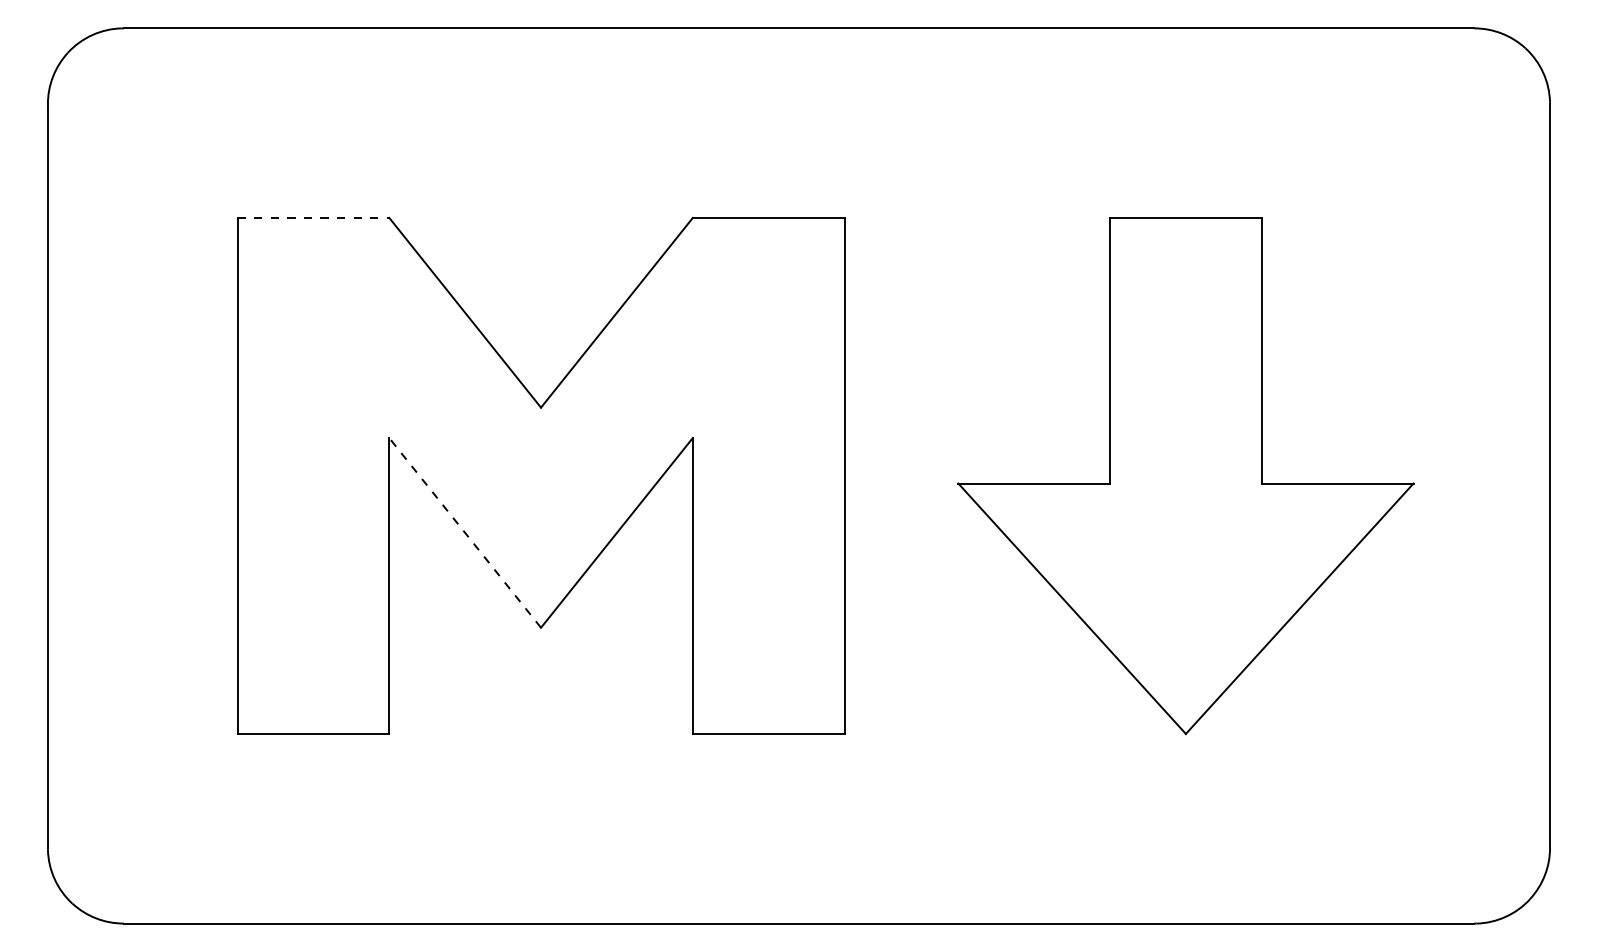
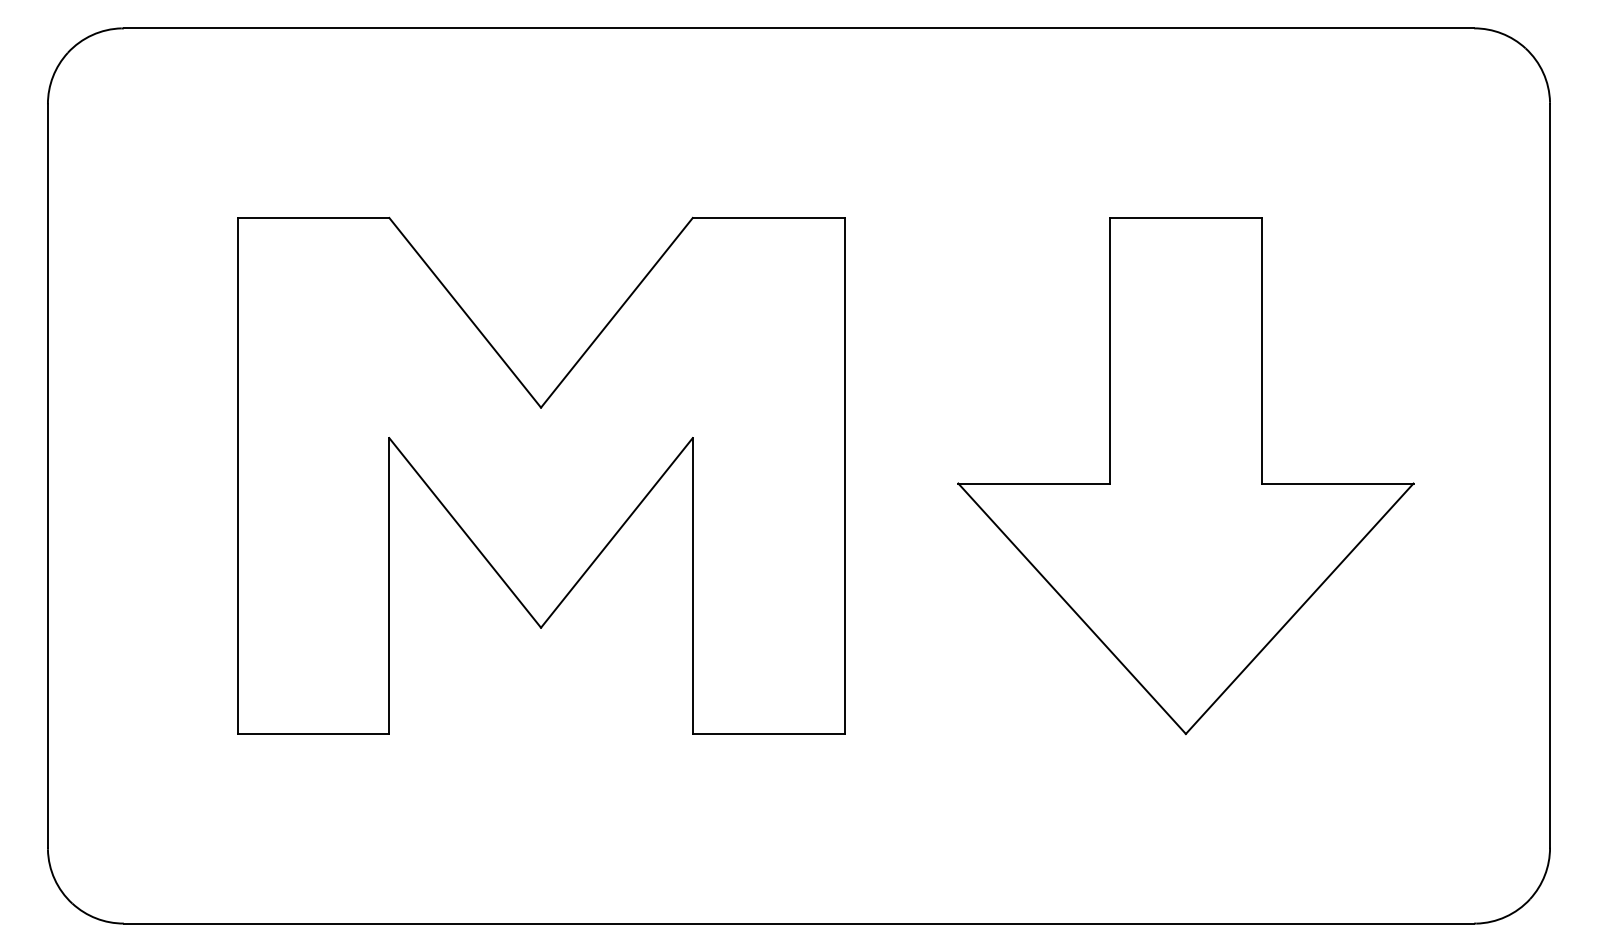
line at (313, 217): dashed -> solid
line at (464, 532): dashed -> solid
